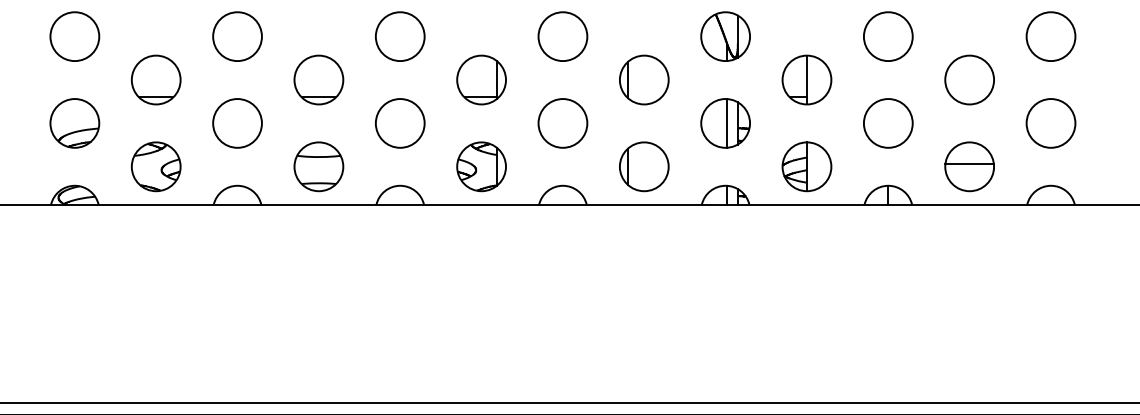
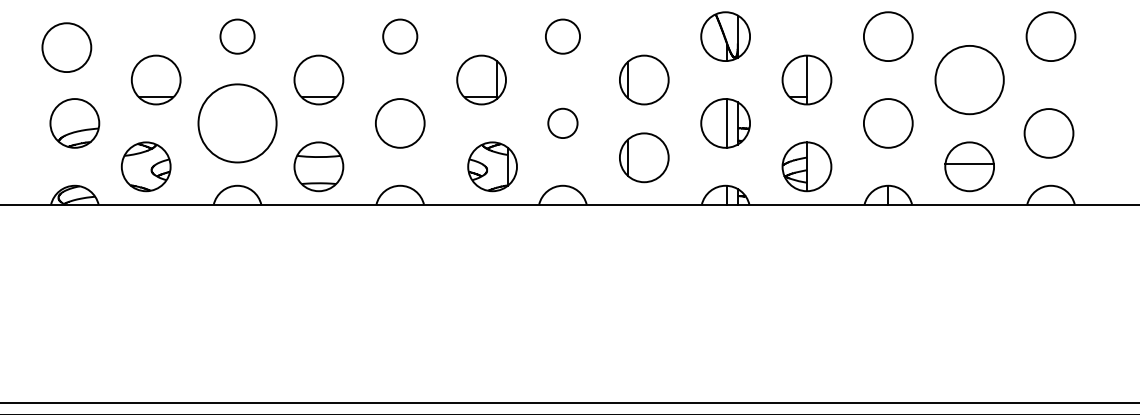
circle at (74, 36) position: (74, 36) -> (66, 47)
circle at (237, 36) diameter: 49 px -> 34 px
circle at (399, 36) diameter: 49 px -> 34 px
circle at (562, 36) diameter: 49 px -> 34 px
circle at (969, 79) diameter: 49 px -> 68 px
circle at (237, 123) diameter: 49 px -> 78 px
circle at (562, 123) diameter: 49 px -> 29 px
circle at (1050, 123) position: (1050, 123) -> (1048, 133)
part at (155, 166) position: (155, 166) -> (145, 166)
part at (481, 166) position: (481, 166) -> (492, 166)
part at (644, 166) position: (644, 166) -> (644, 157)
